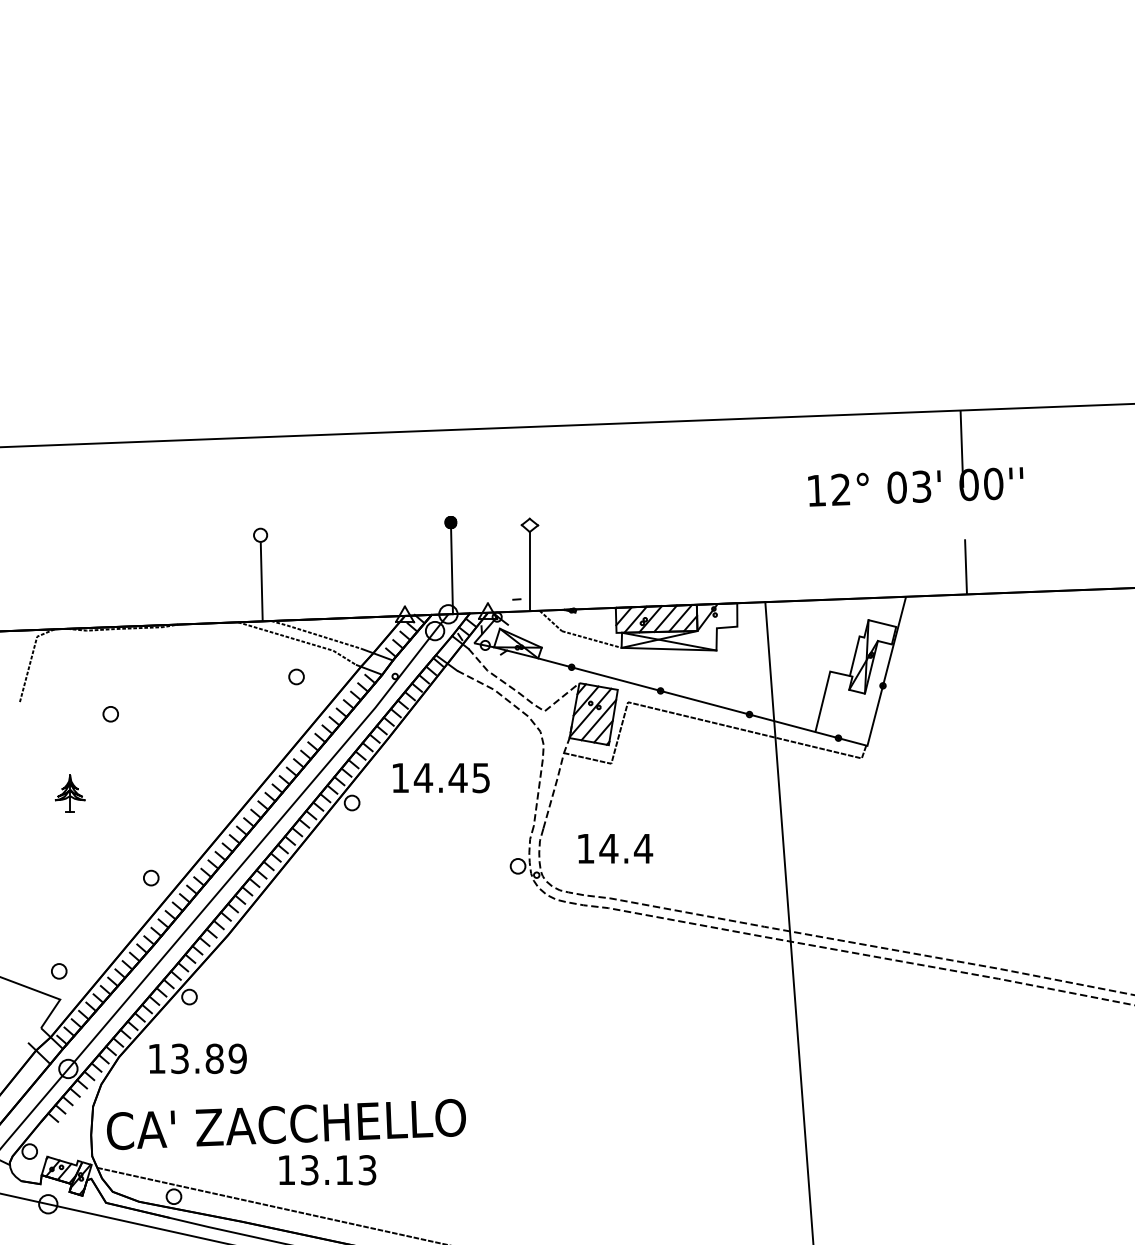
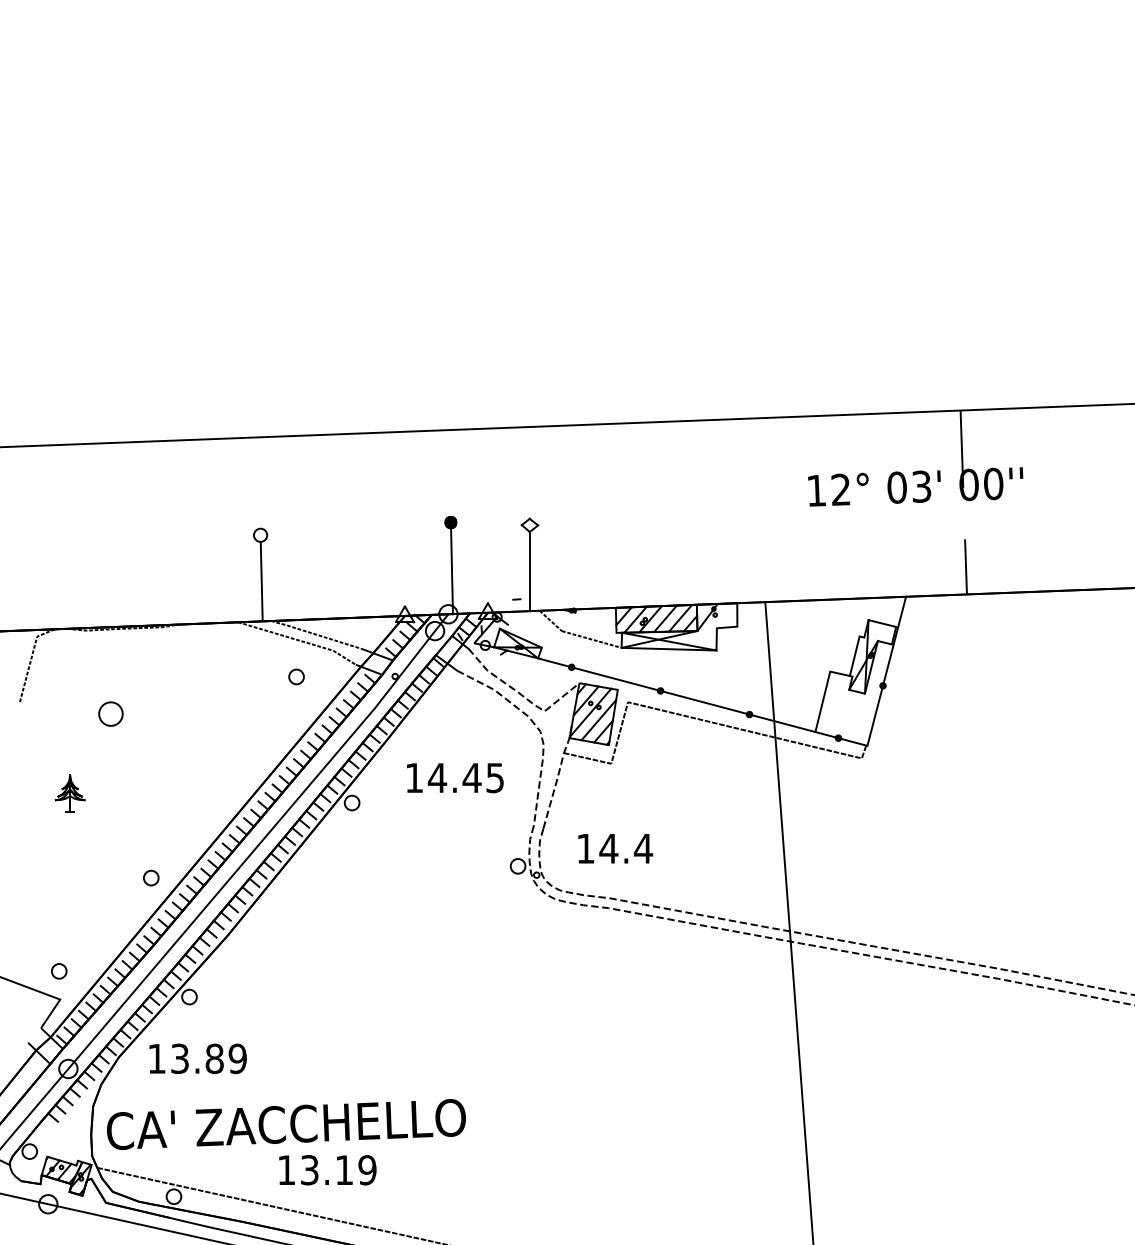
part at (110, 714) size: 17x17 px -> 26x26 px
text at (441, 778) position: (441, 778) -> (455, 778)
text at (367, 1170): 13.13 -> 13.19
